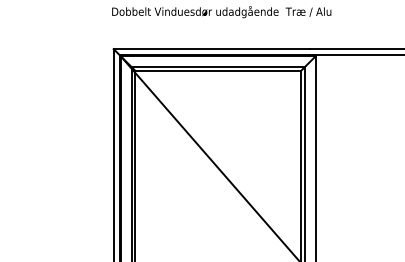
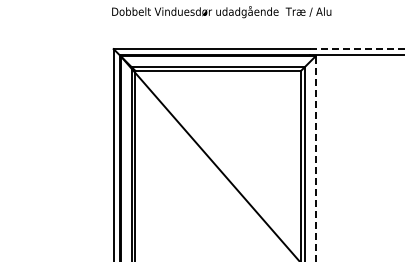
line at (357, 49): solid -> dashed
line at (315, 159): solid -> dashed
